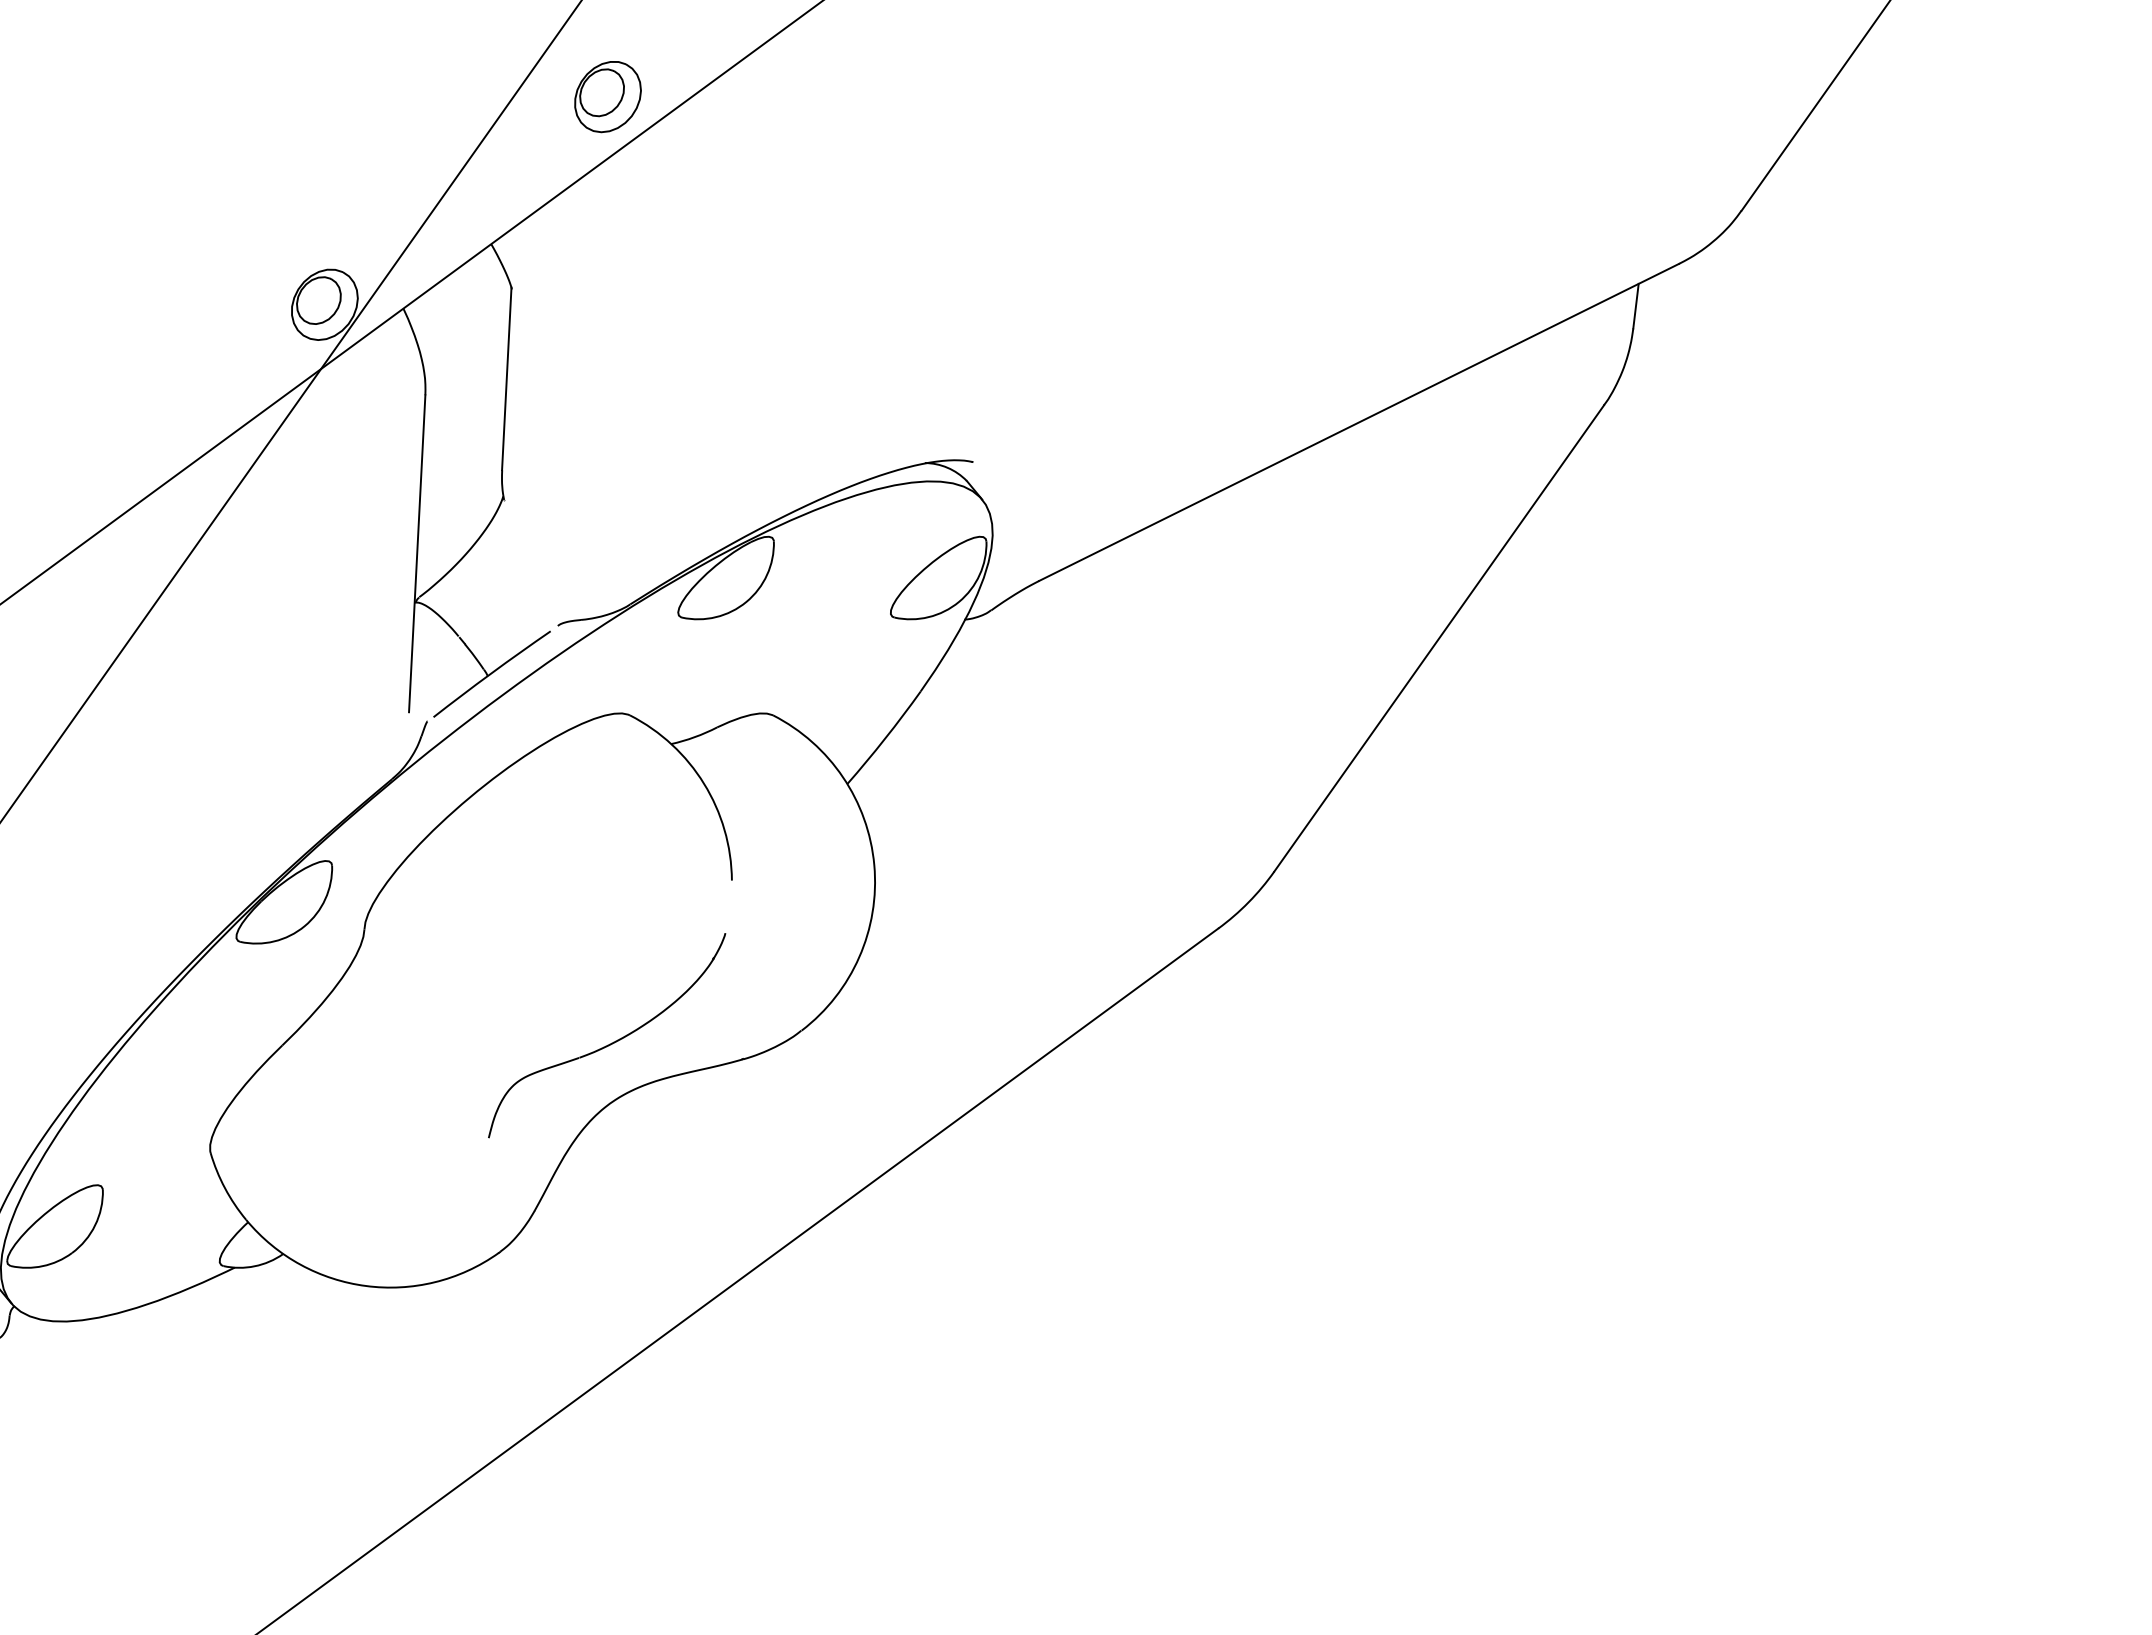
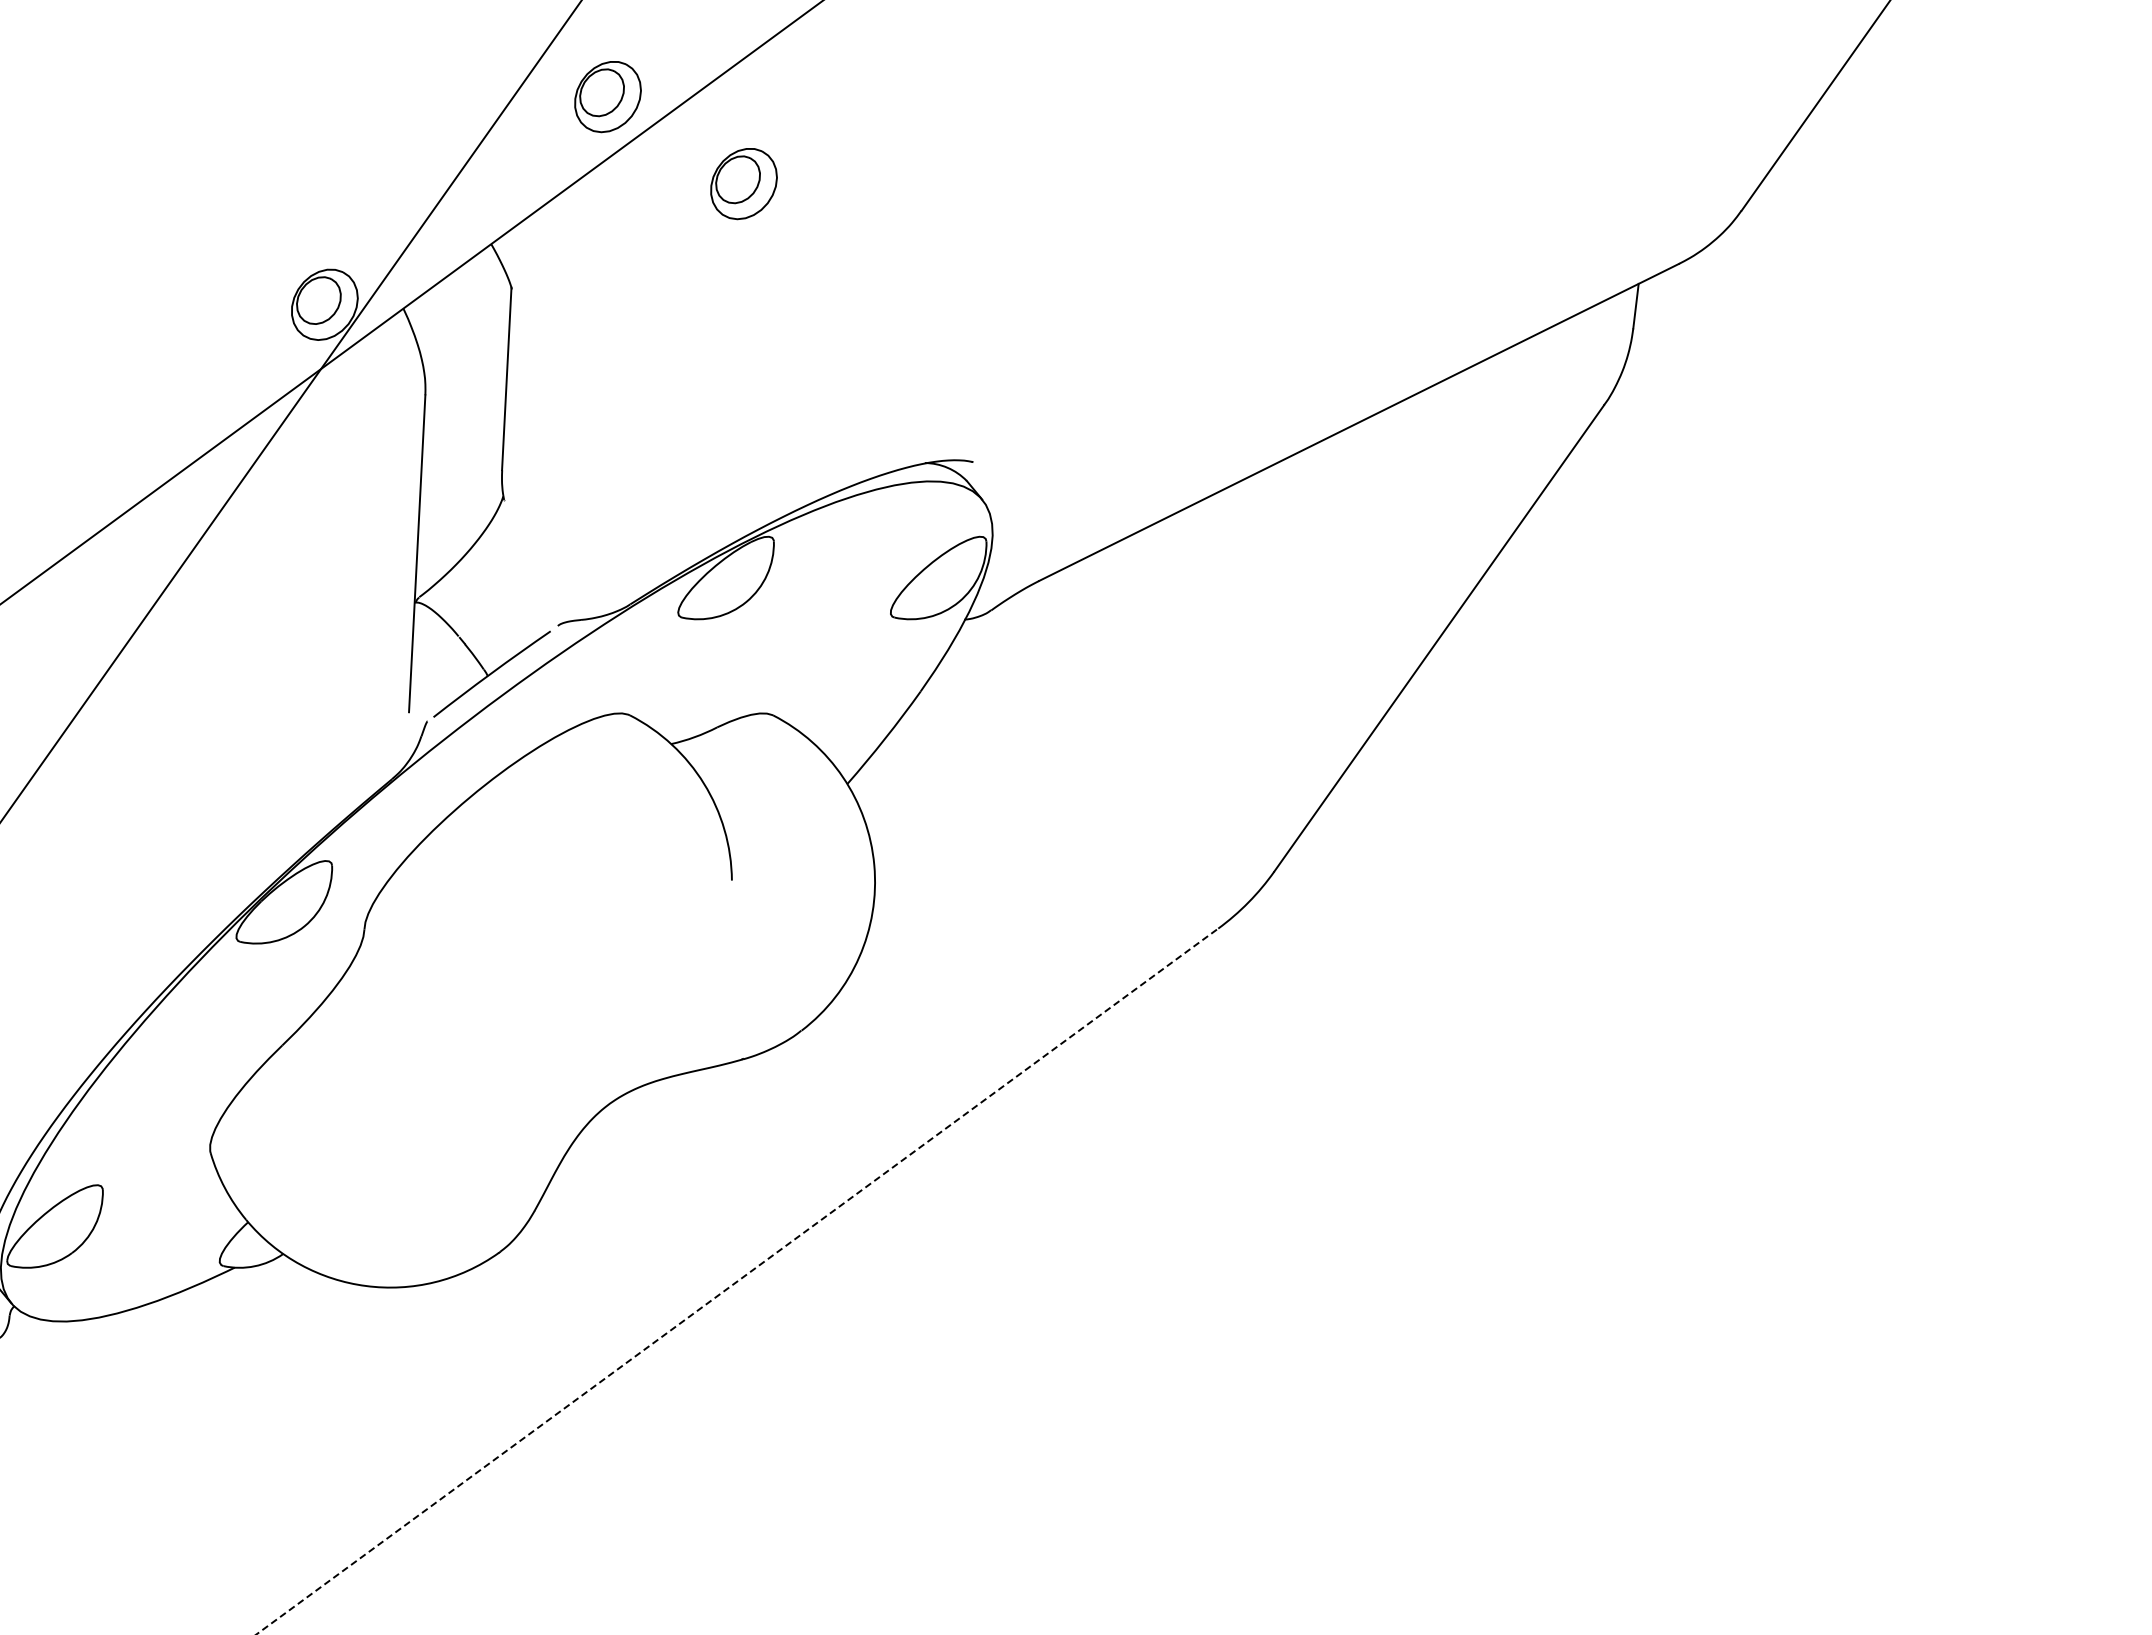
part at (743, 184): none -> present
part at (611, 1042): present -> none
line at (737, 1281): solid -> dashed
